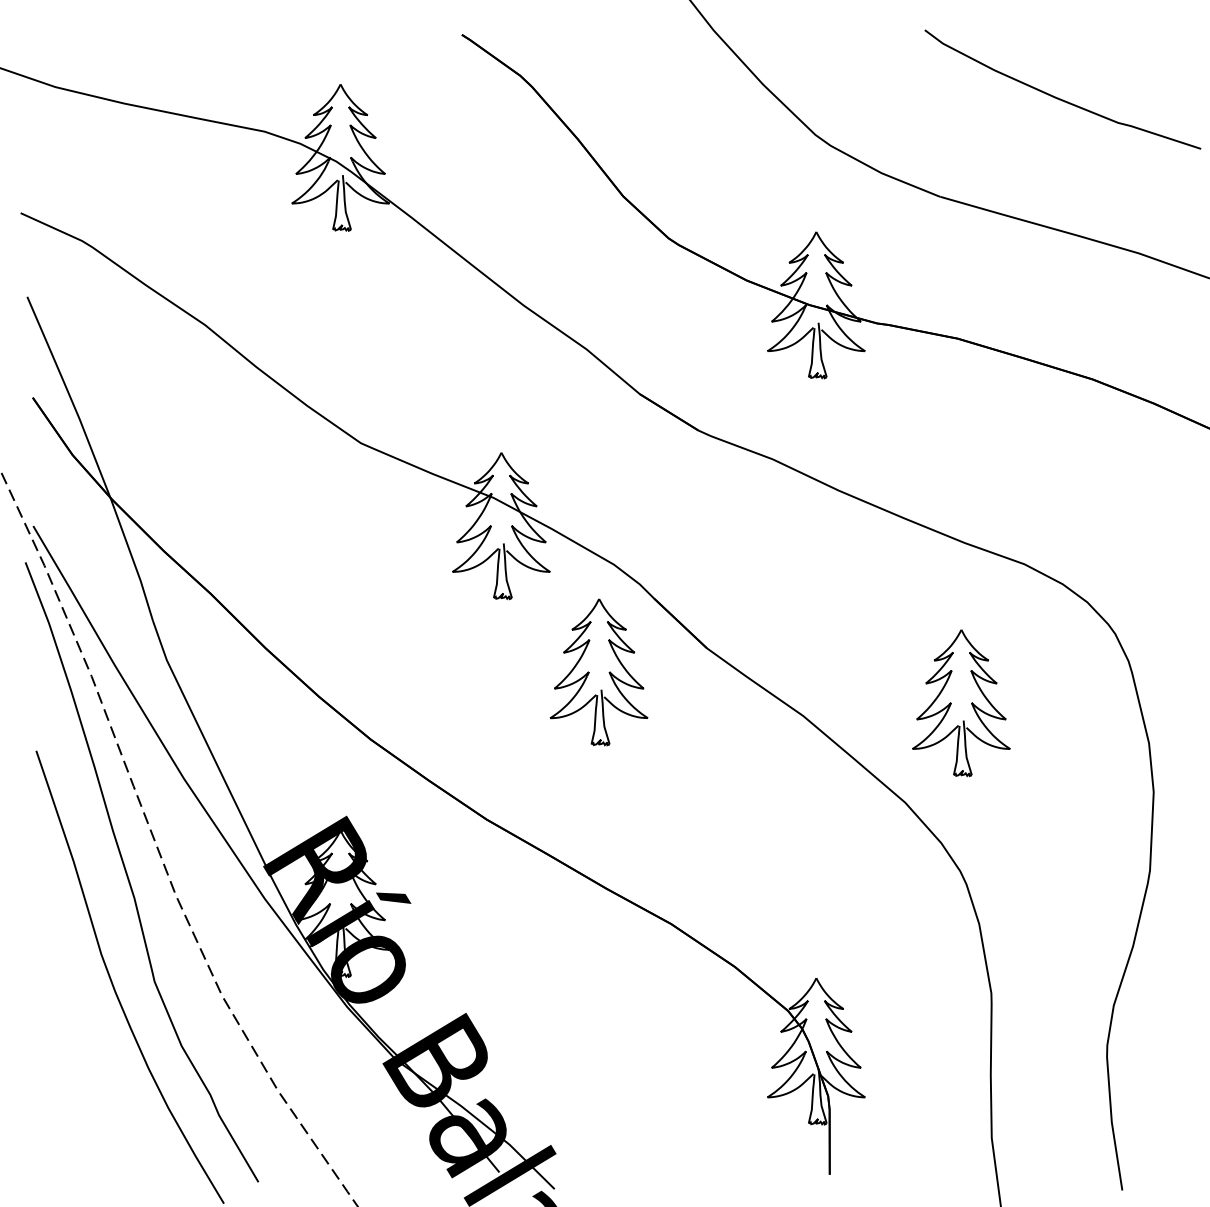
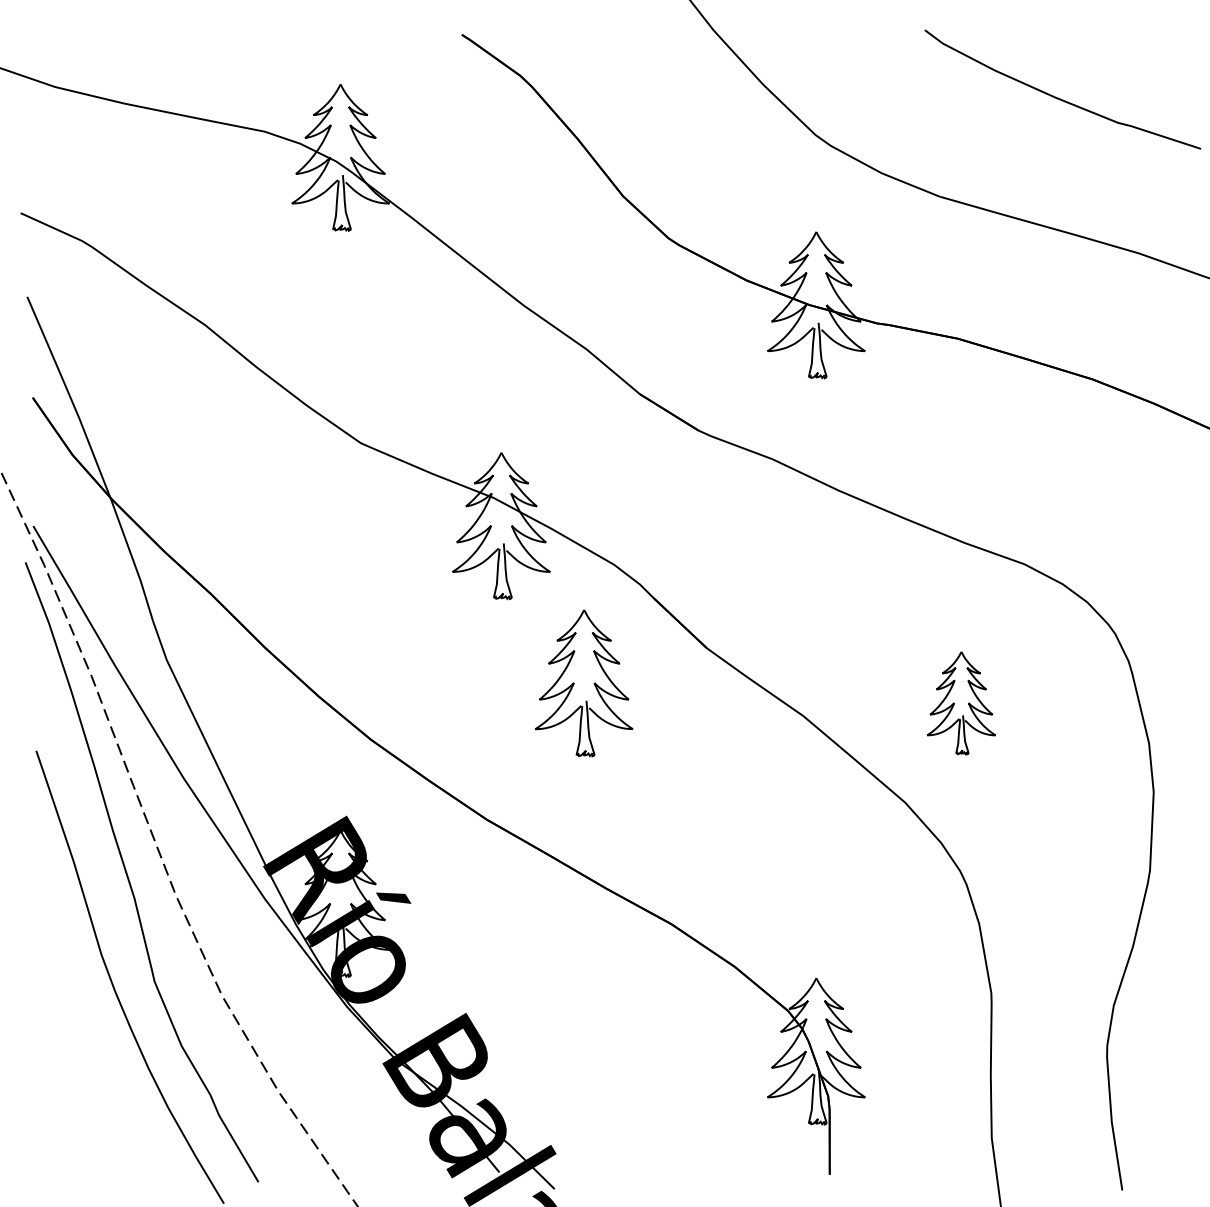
part at (598, 672) position: (598, 672) -> (583, 683)
part at (961, 703) size: 99x149 px -> 70x105 px
